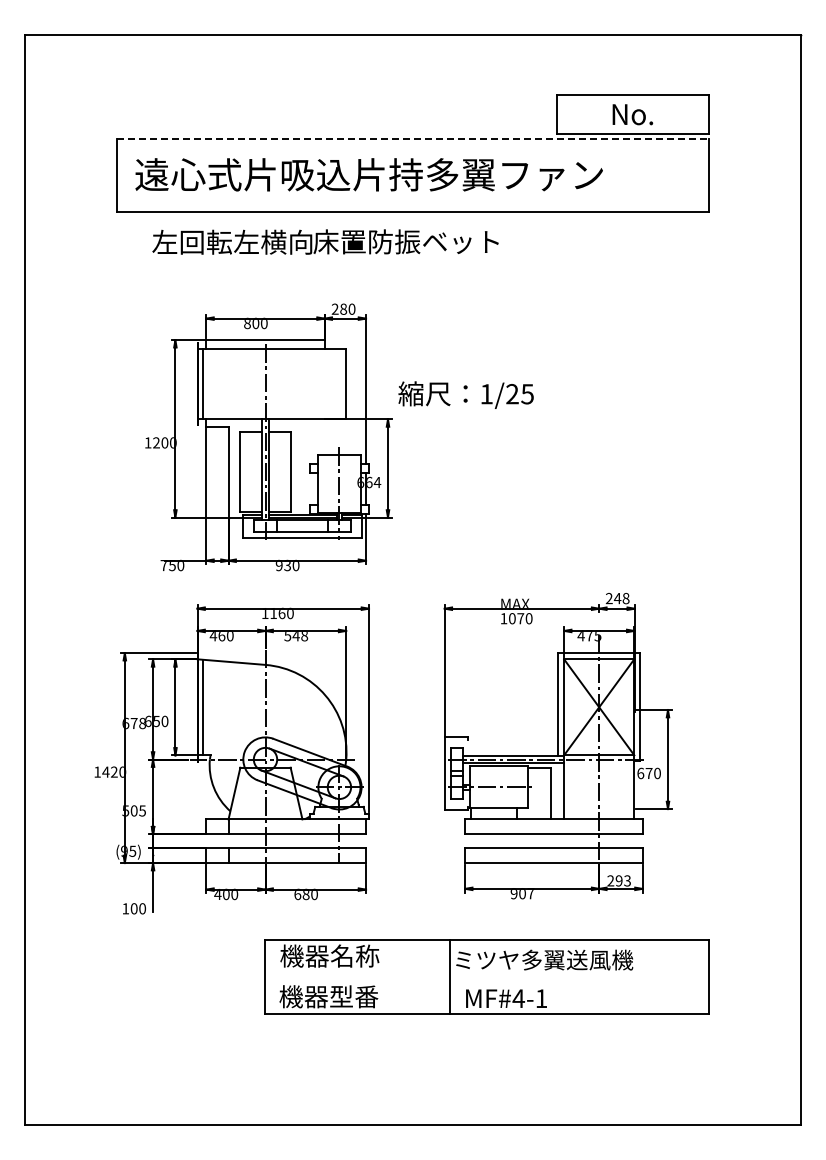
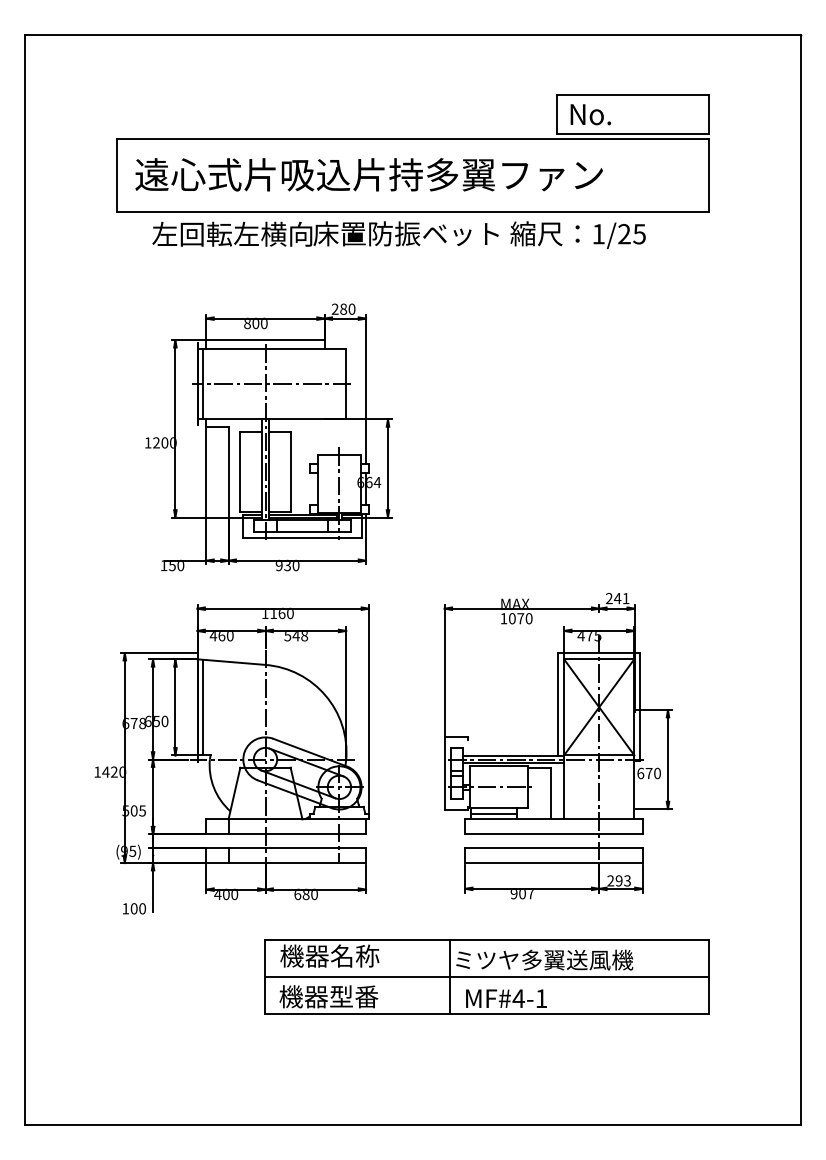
text at (632, 114) position: (632, 114) -> (590, 114)
line at (413, 138): dashed -> solid
text at (325, 241) position: (325, 241) -> (325, 233)
line at (271, 383): none -> present
text at (465, 394) position: (465, 394) -> (577, 234)
text at (163, 565): 750 -> 150
text at (625, 598): 248 -> 241
line at (493, 813): none -> present
line at (486, 977): none -> present
